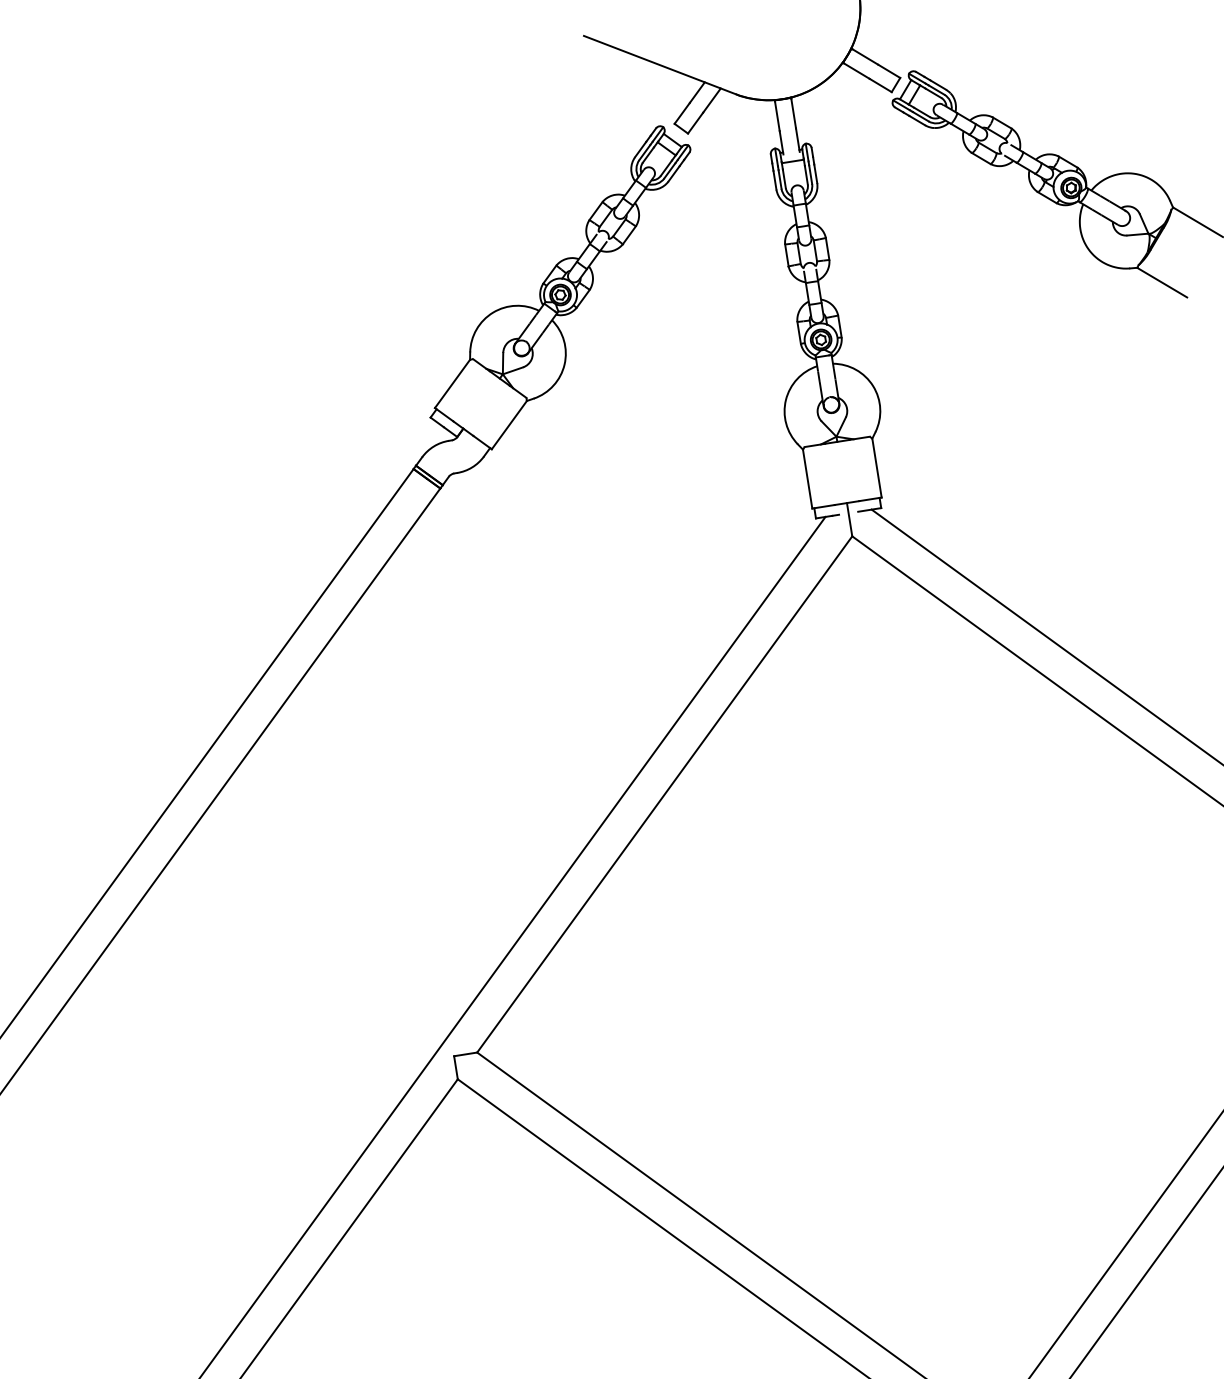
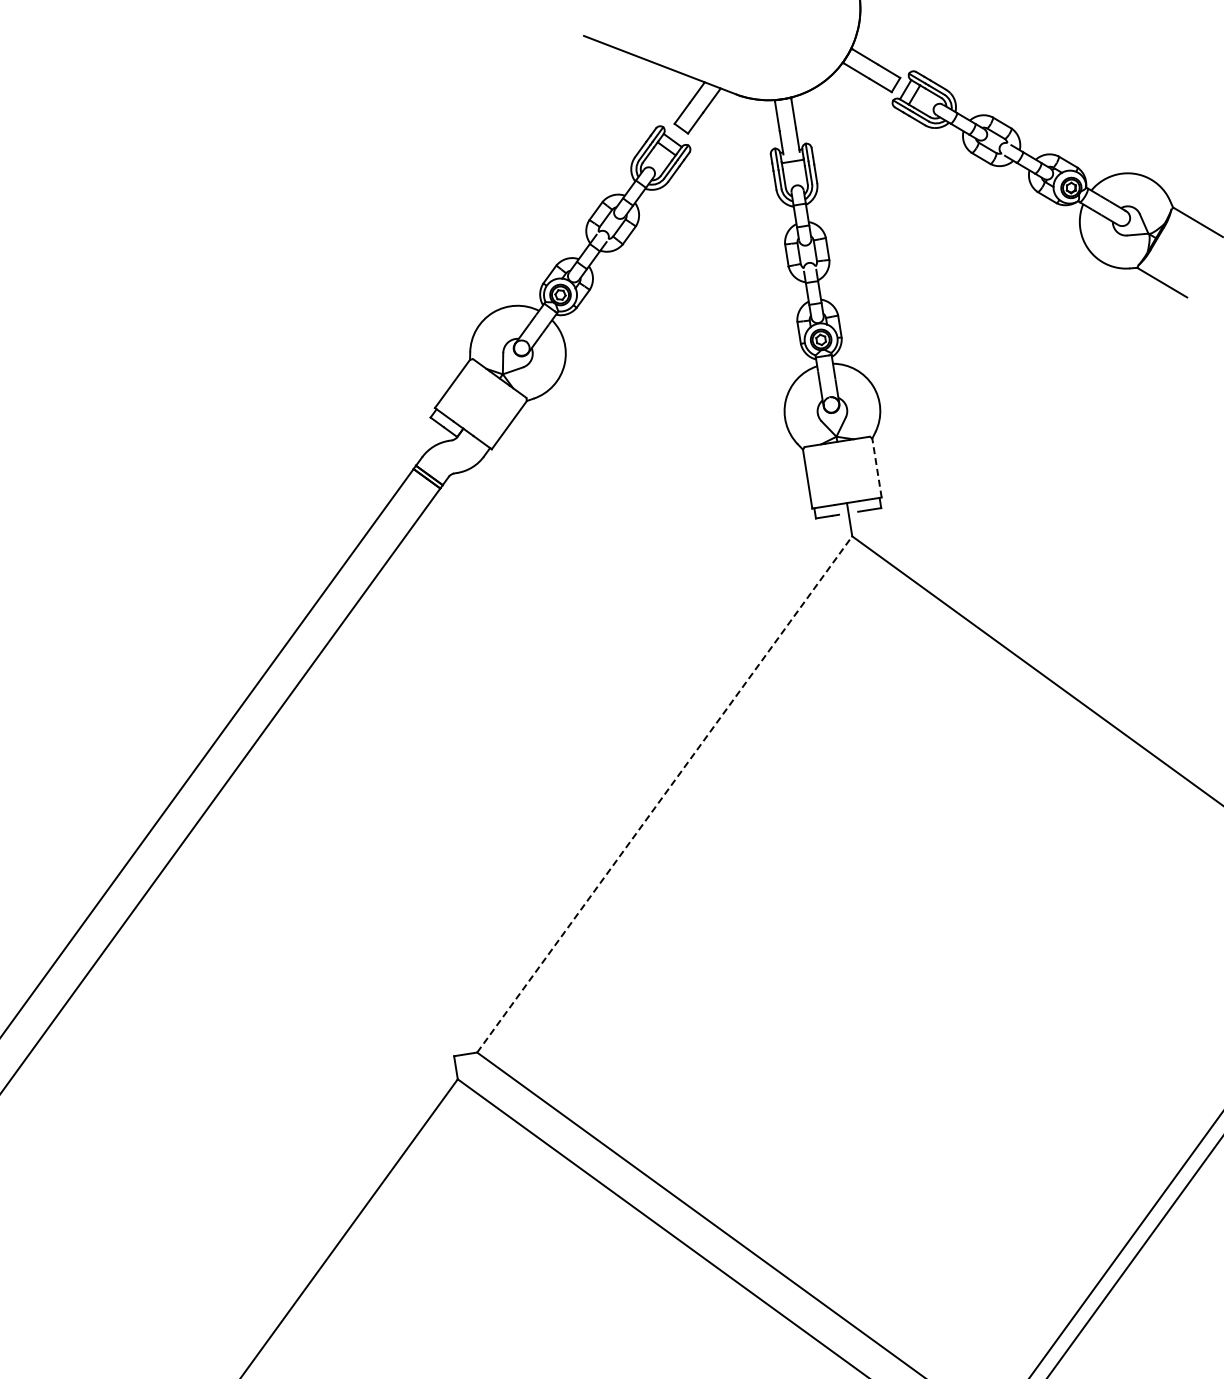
line at (877, 468): solid -> dashed
line at (1045, 635): present -> none
line at (665, 794): solid -> dashed
line at (513, 945): present -> none
line at (1145, 1273) position: (1145, 1273) -> (1134, 1257)
